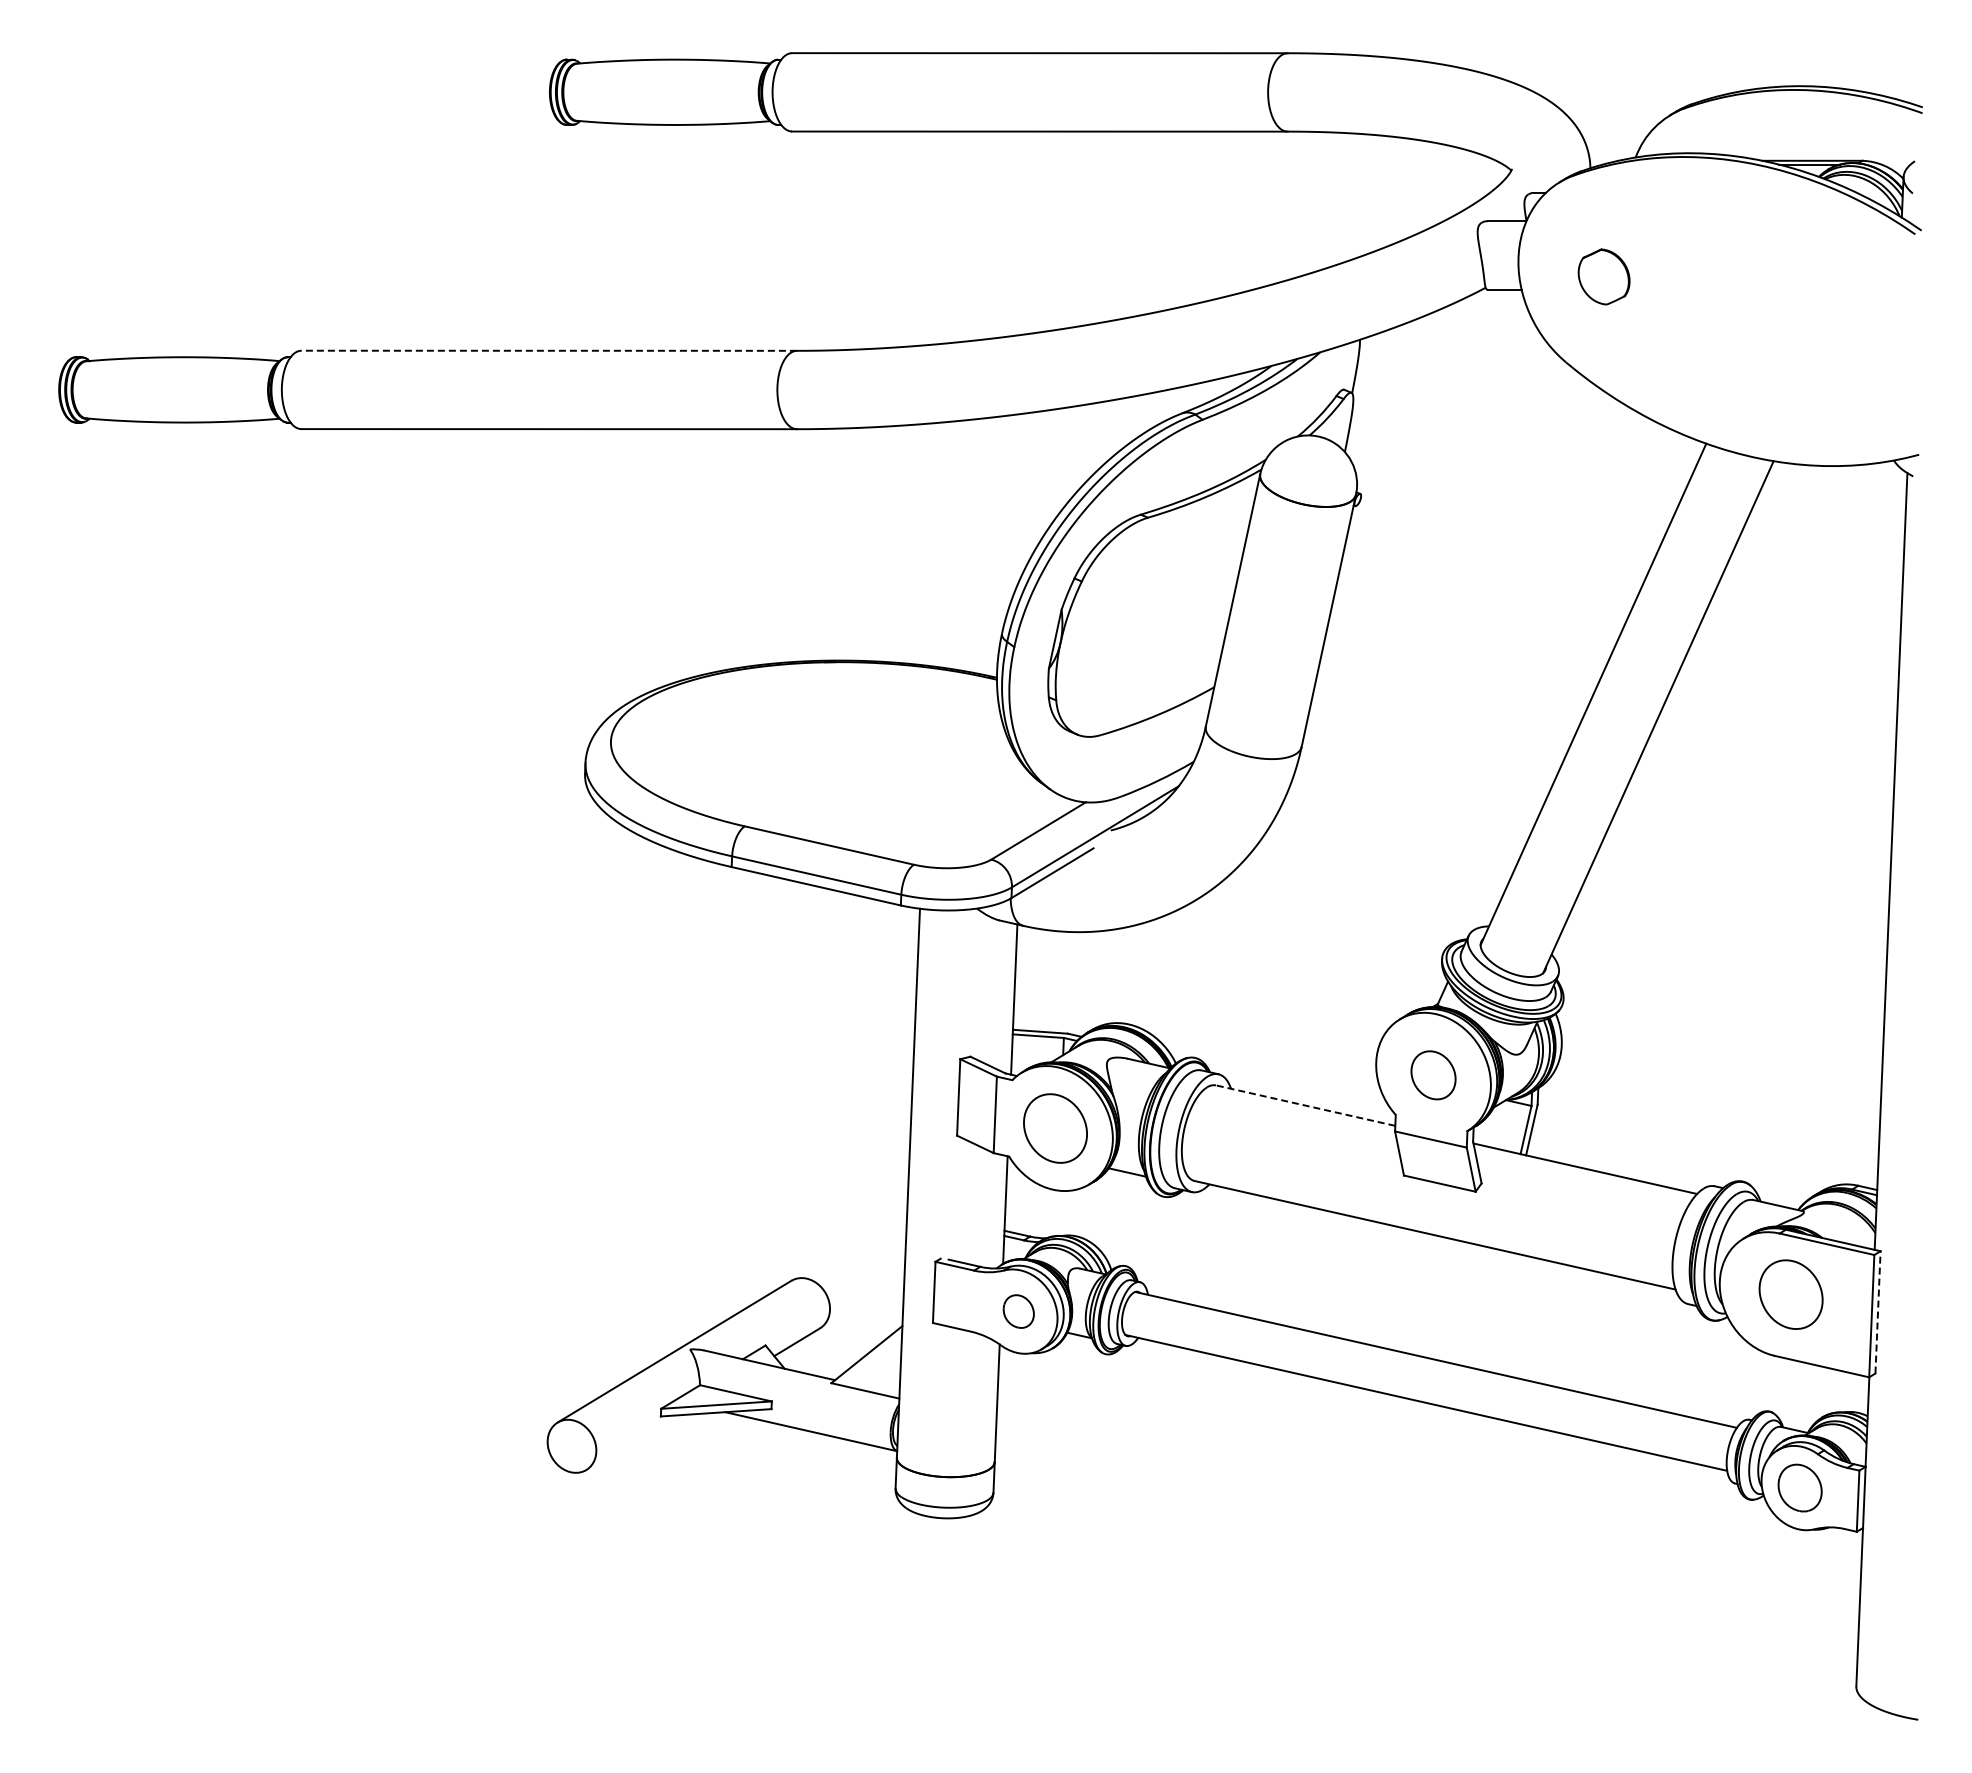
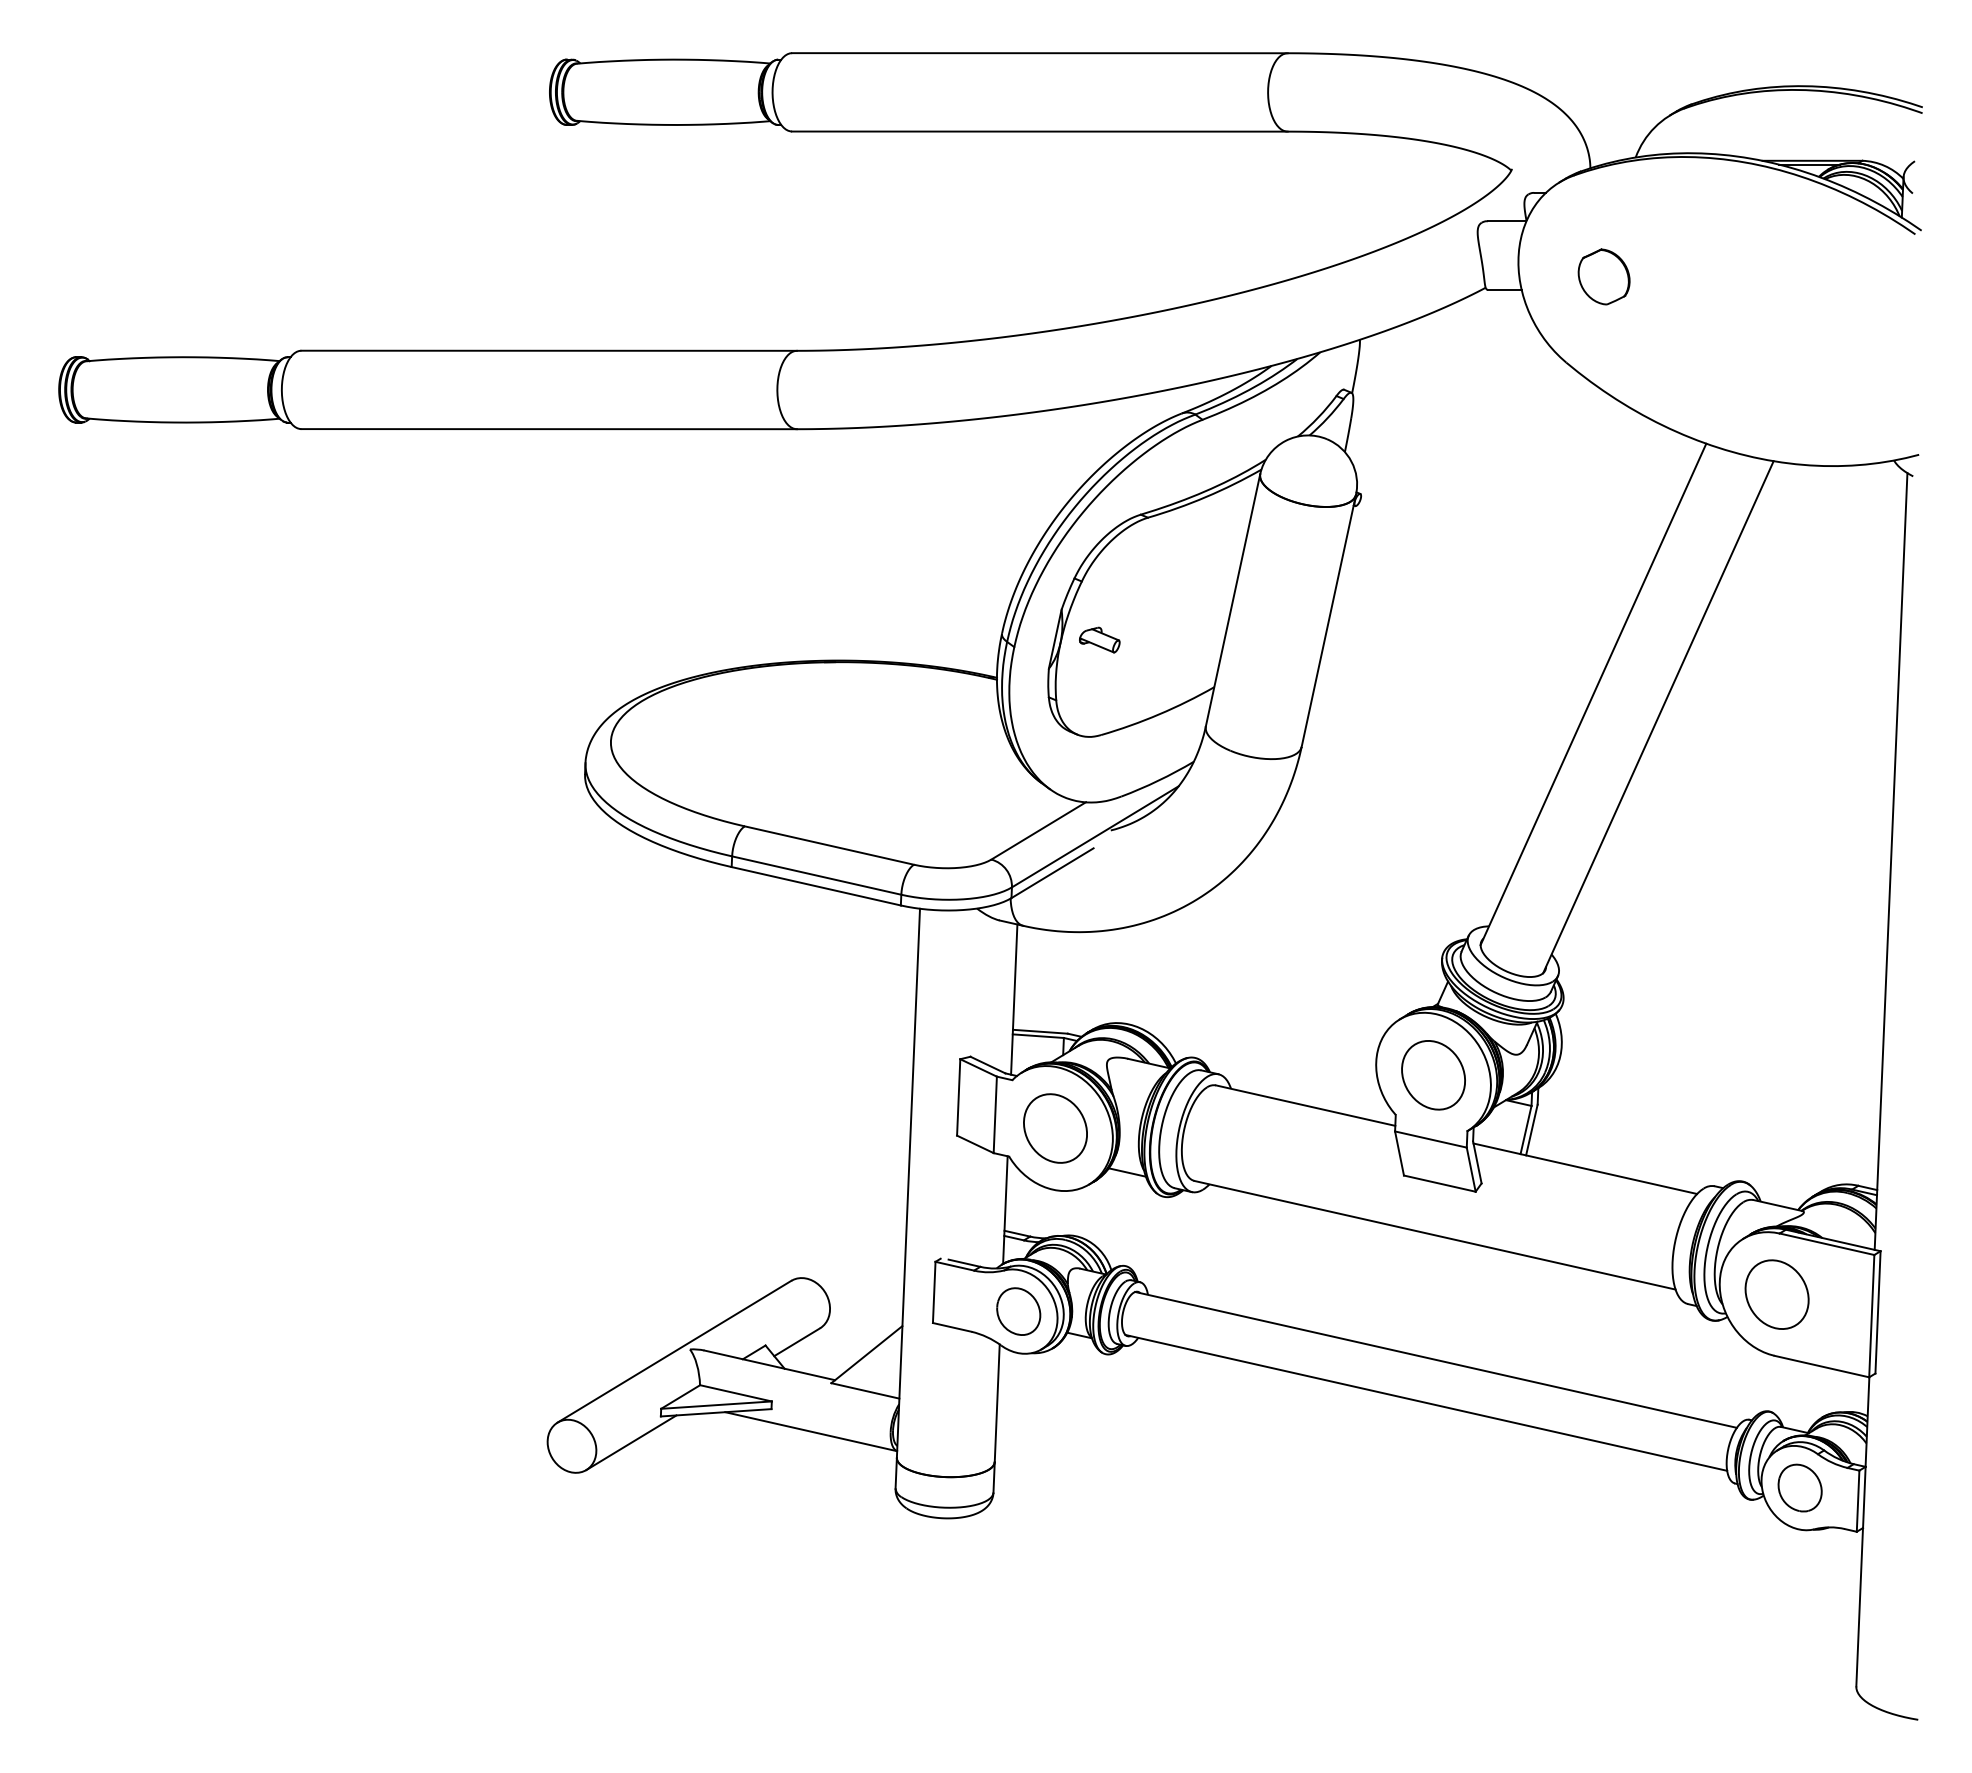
line at (549, 350): dashed -> solid
part at (1099, 639): none -> present
part at (1433, 1075) size: 47x51 px -> 65x71 px
line at (1305, 1105): dashed -> solid
part at (1790, 1294) position: (1790, 1294) -> (1776, 1294)
part at (1018, 1311) size: 33x35 px -> 46x49 px
line at (1878, 1311): dashed -> solid
line at (631, 1442): none -> present
